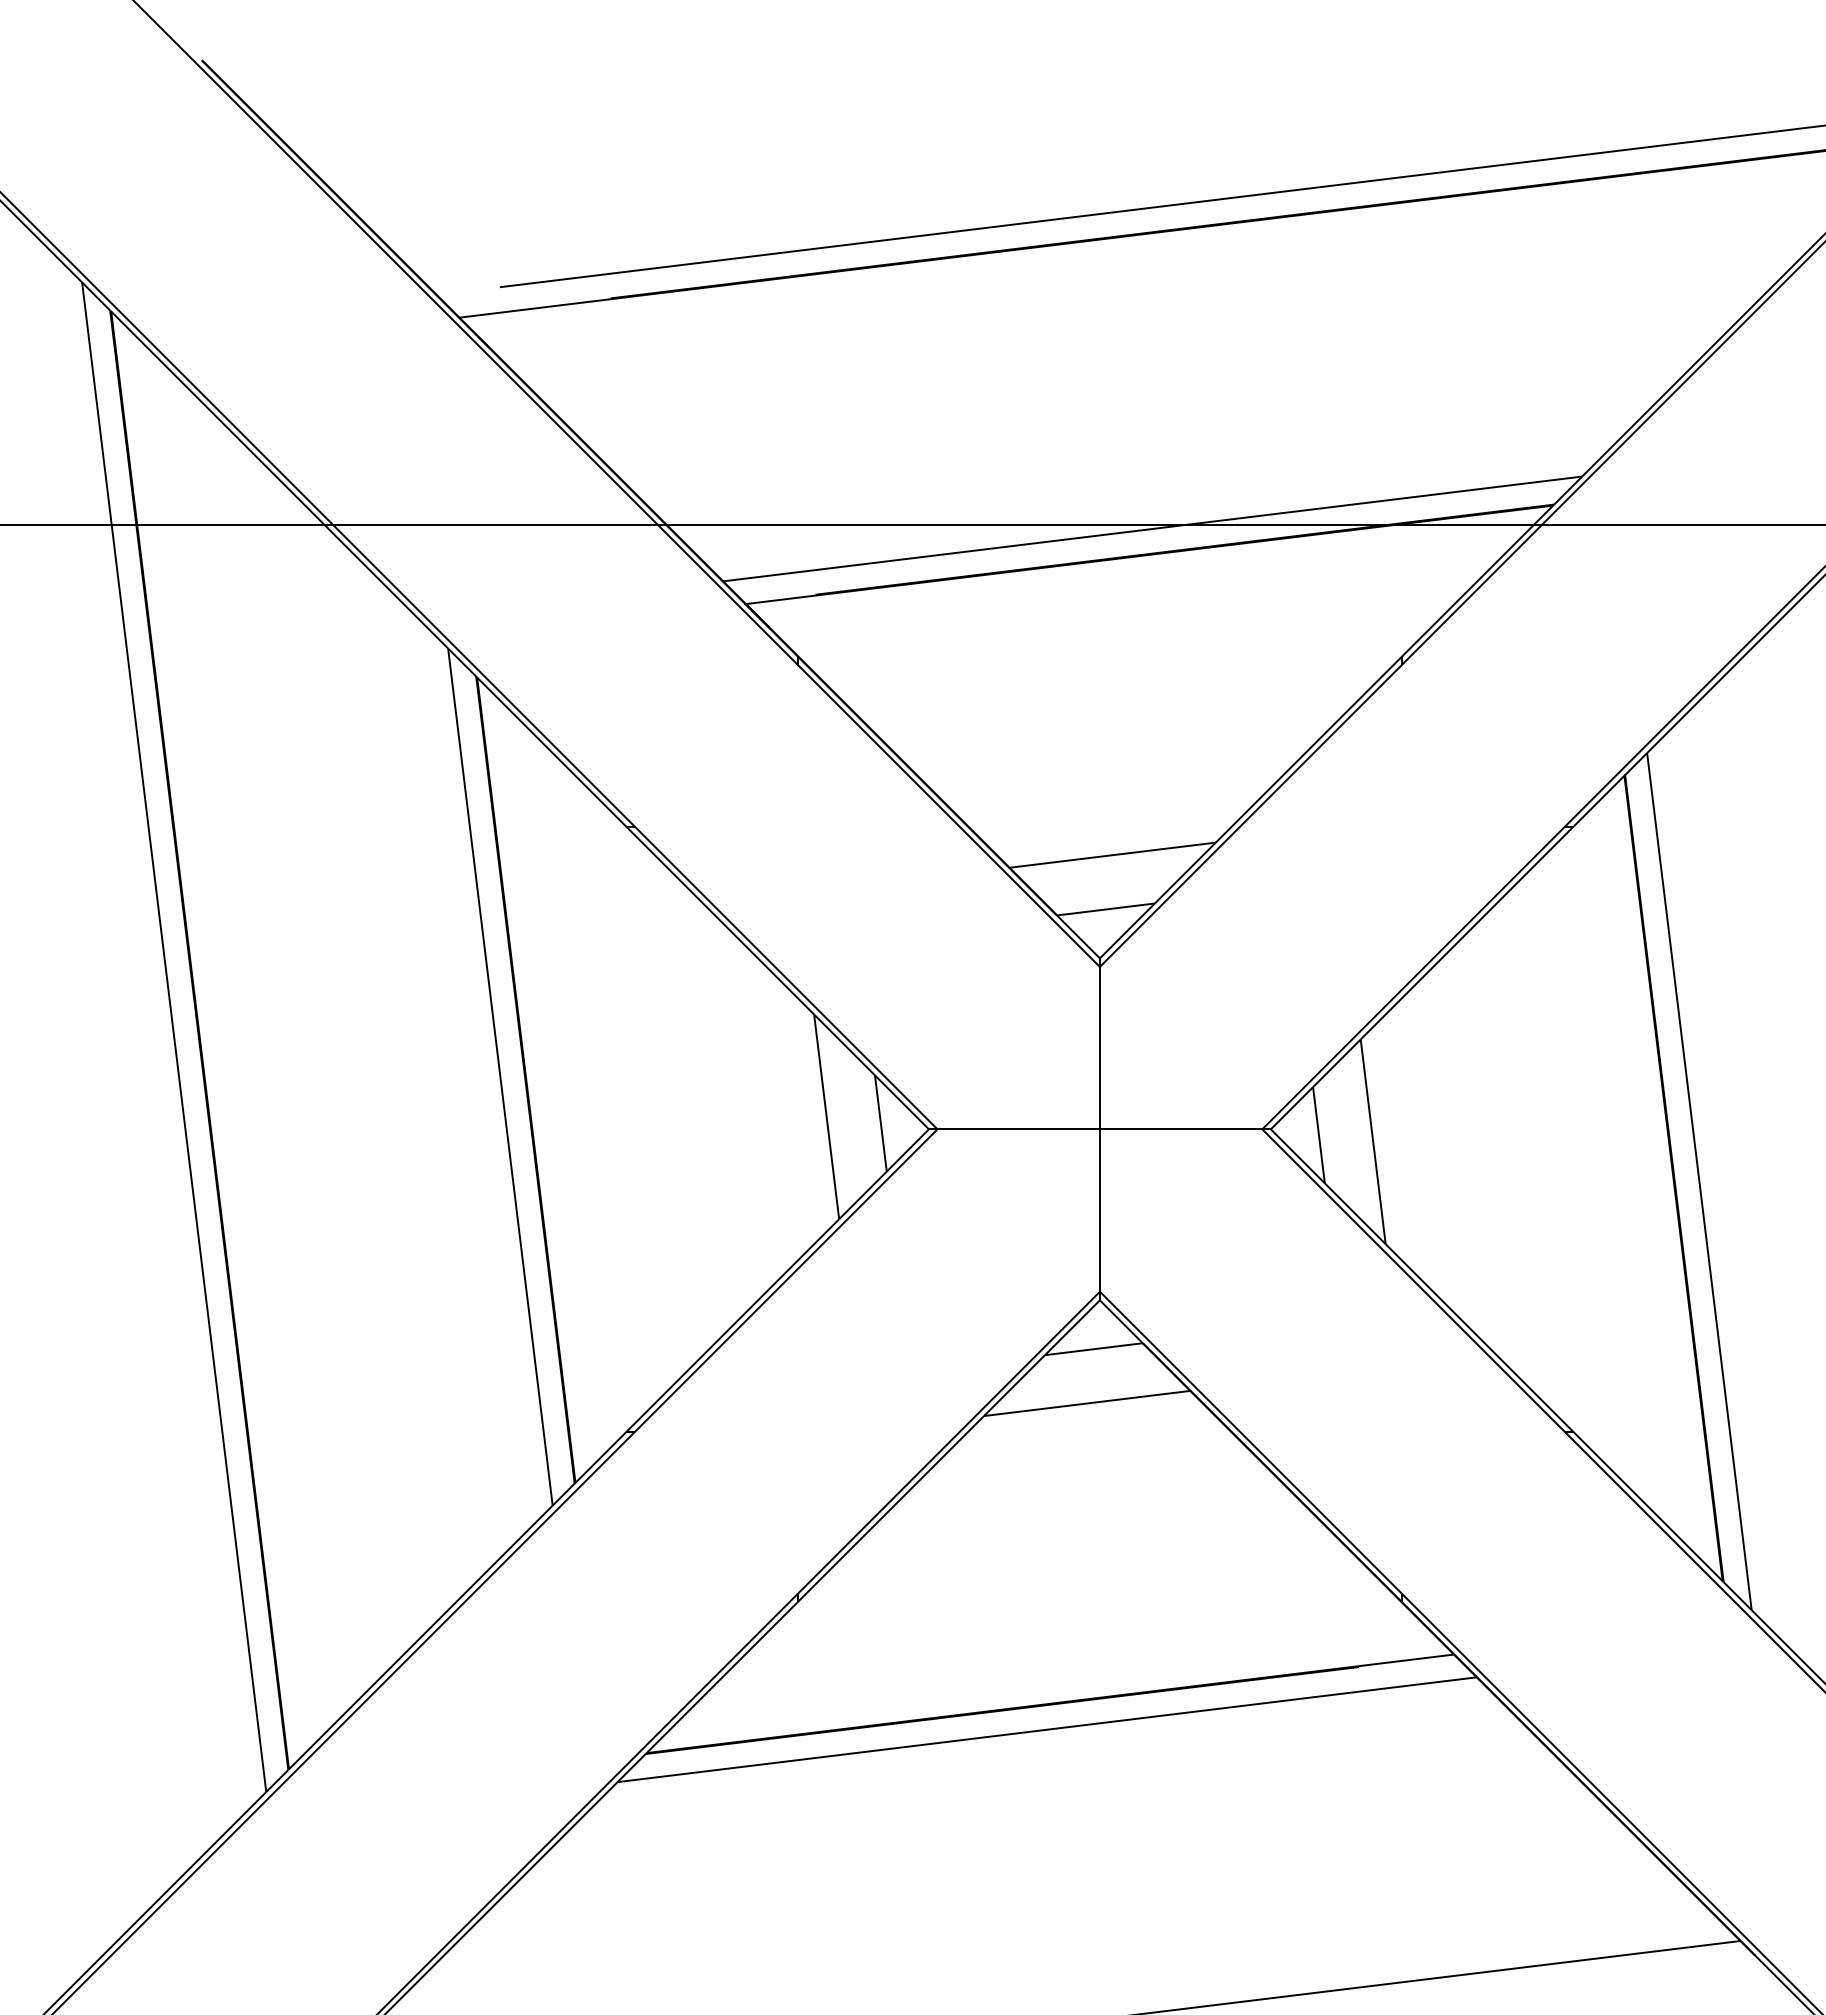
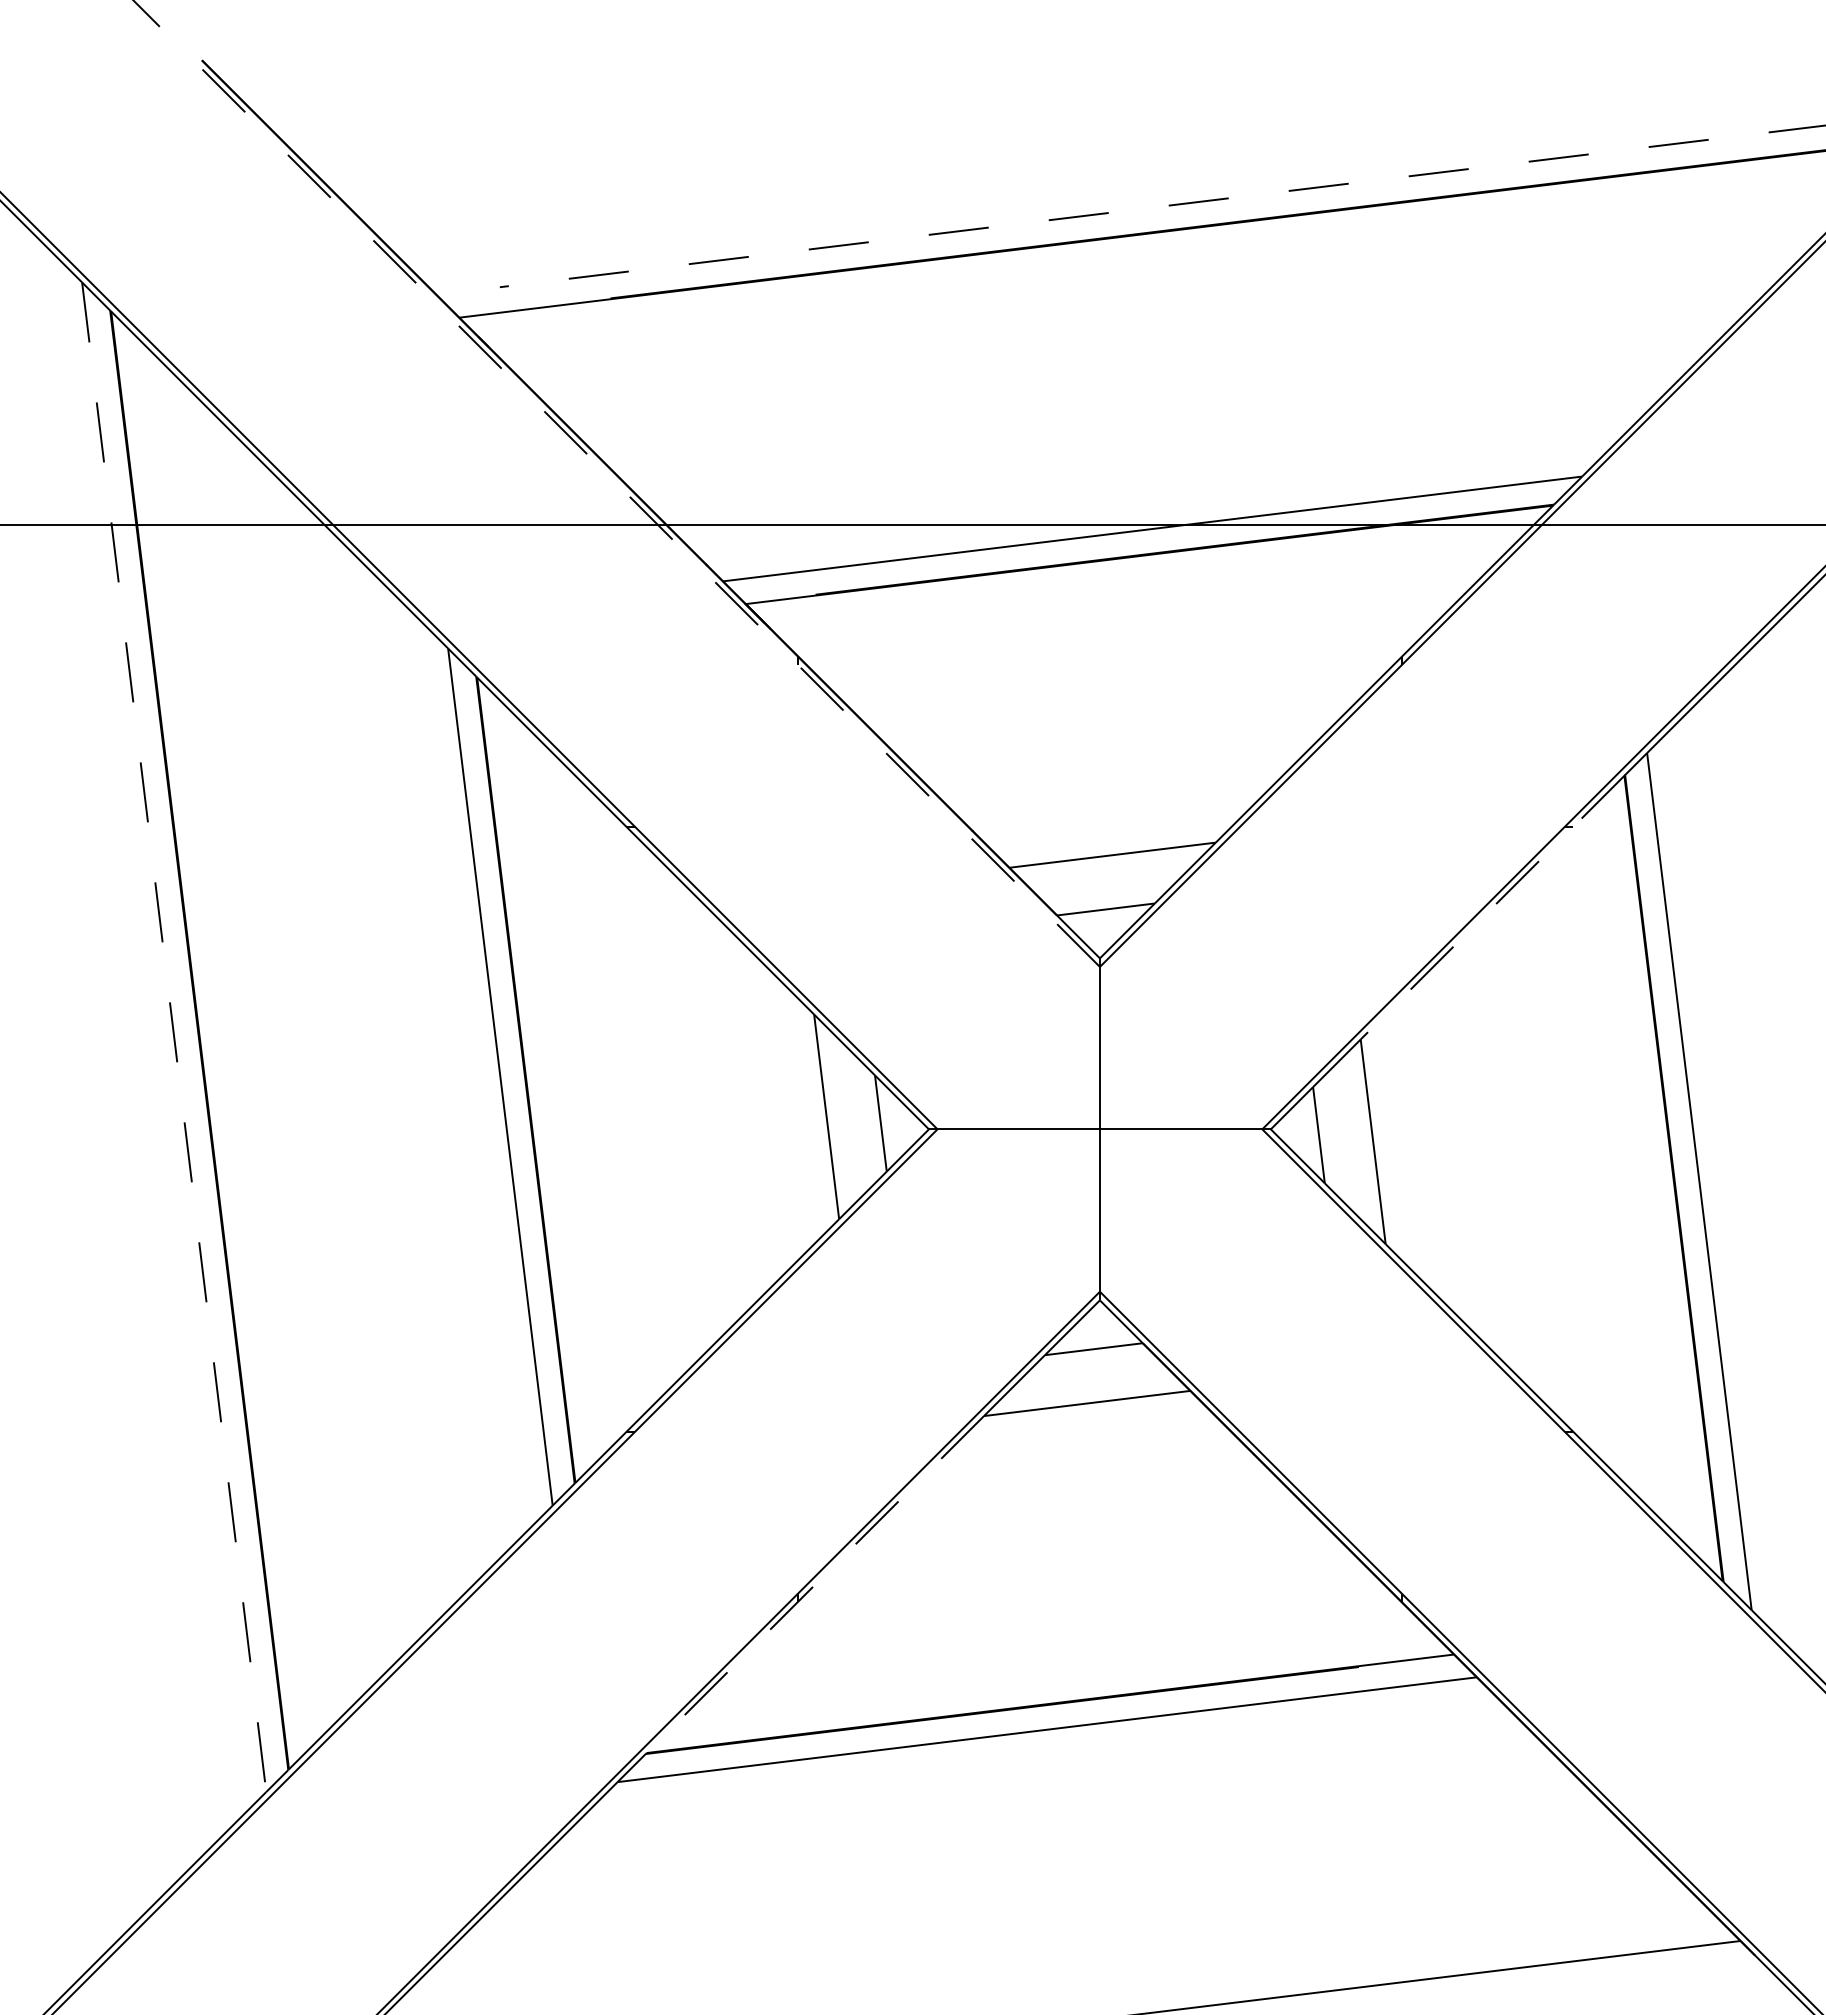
line at (1162, 206): solid -> dashed
line at (616, 483): solid -> dashed
line at (1492, 907): solid -> dashed
line at (174, 1037): solid -> dashed
line at (815, 1584): solid -> dashed
